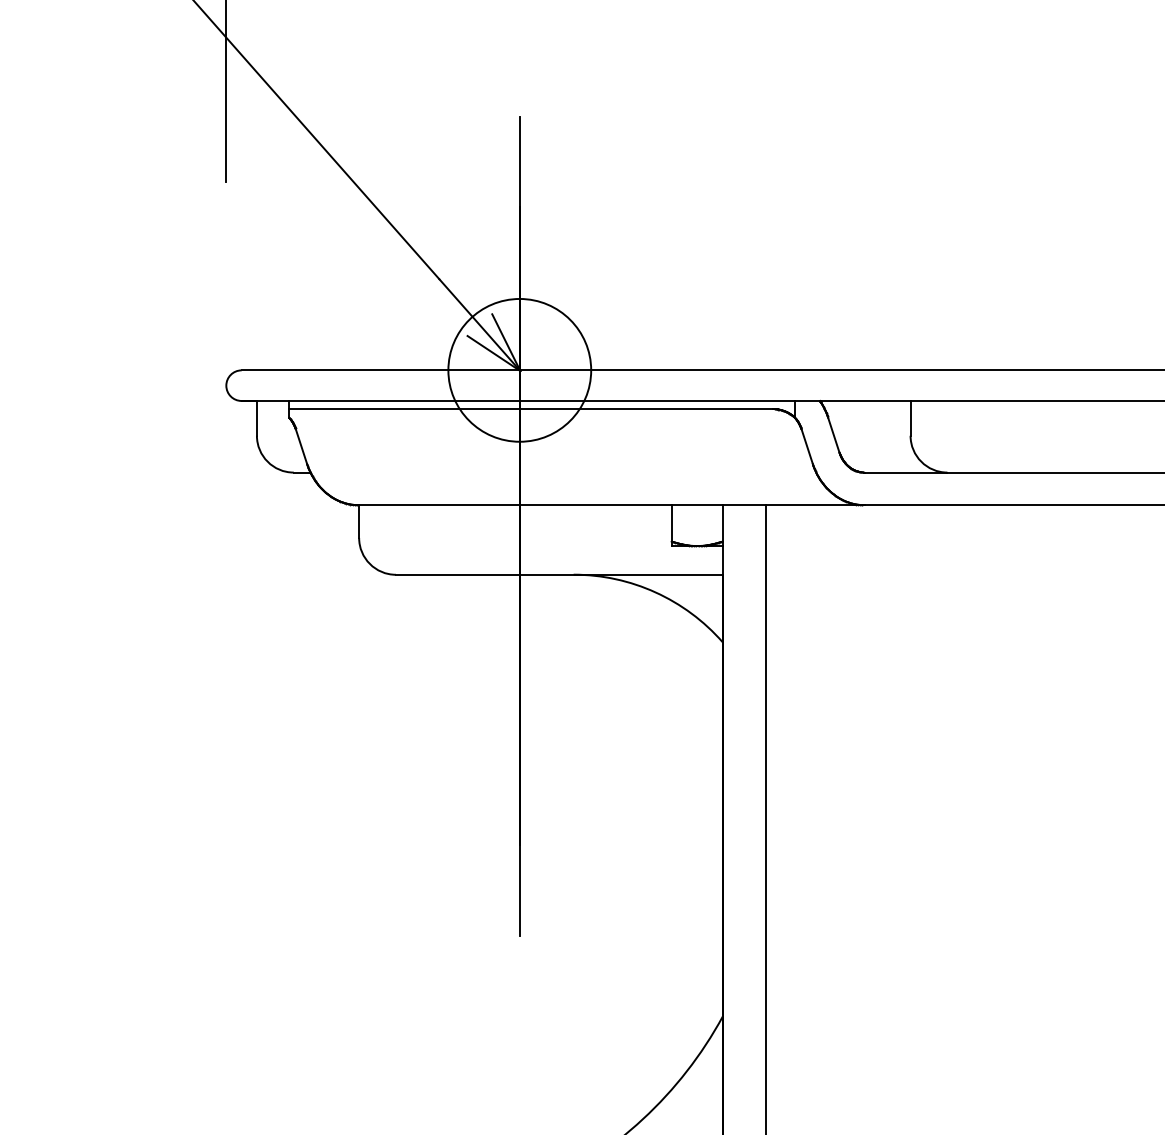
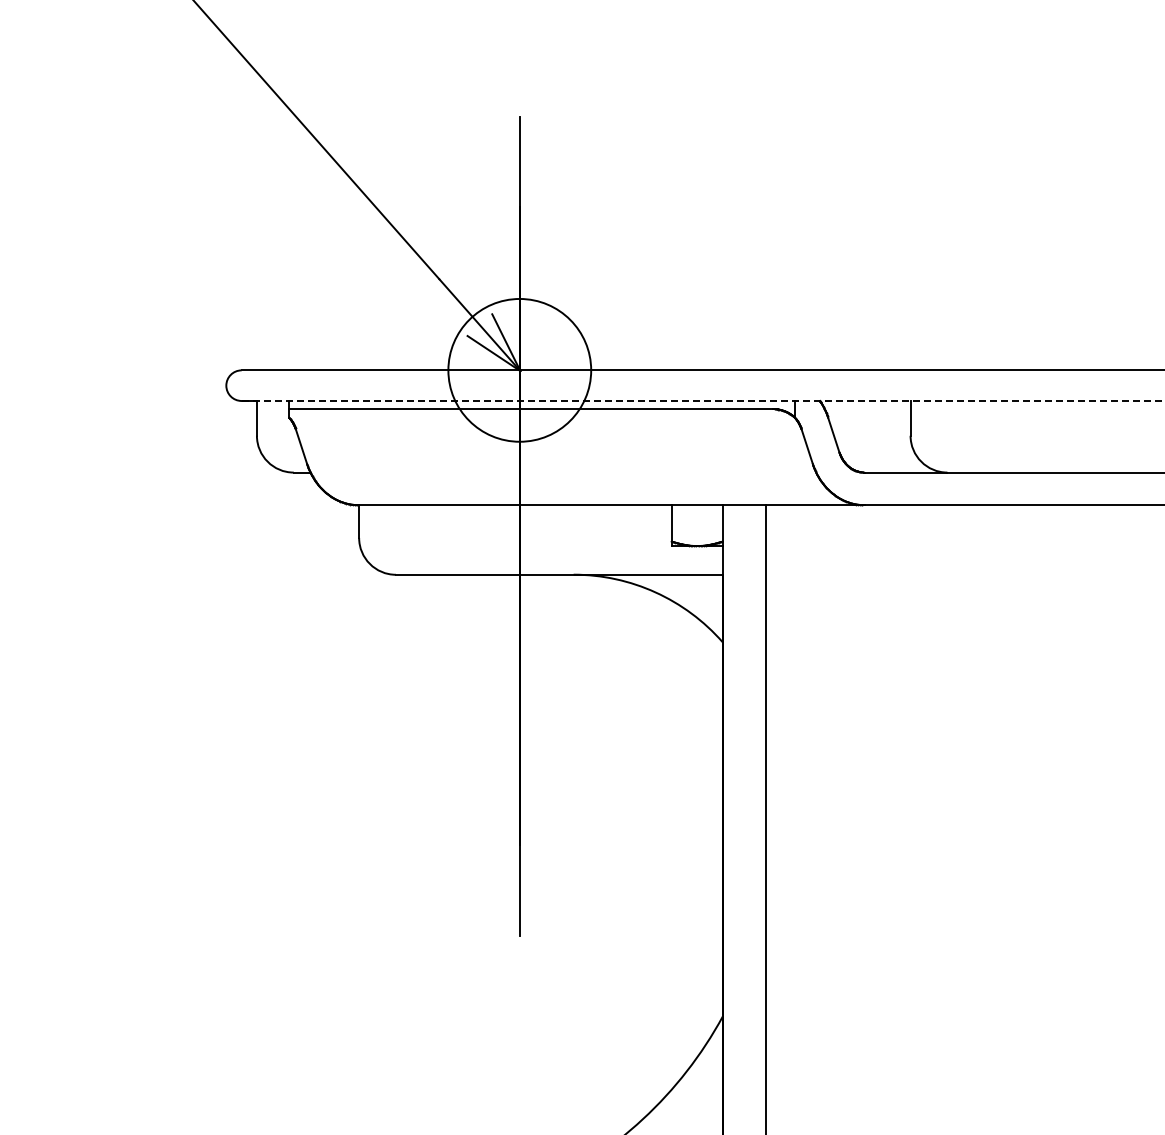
line at (226, 91): present -> none
line at (703, 400): solid -> dashed
